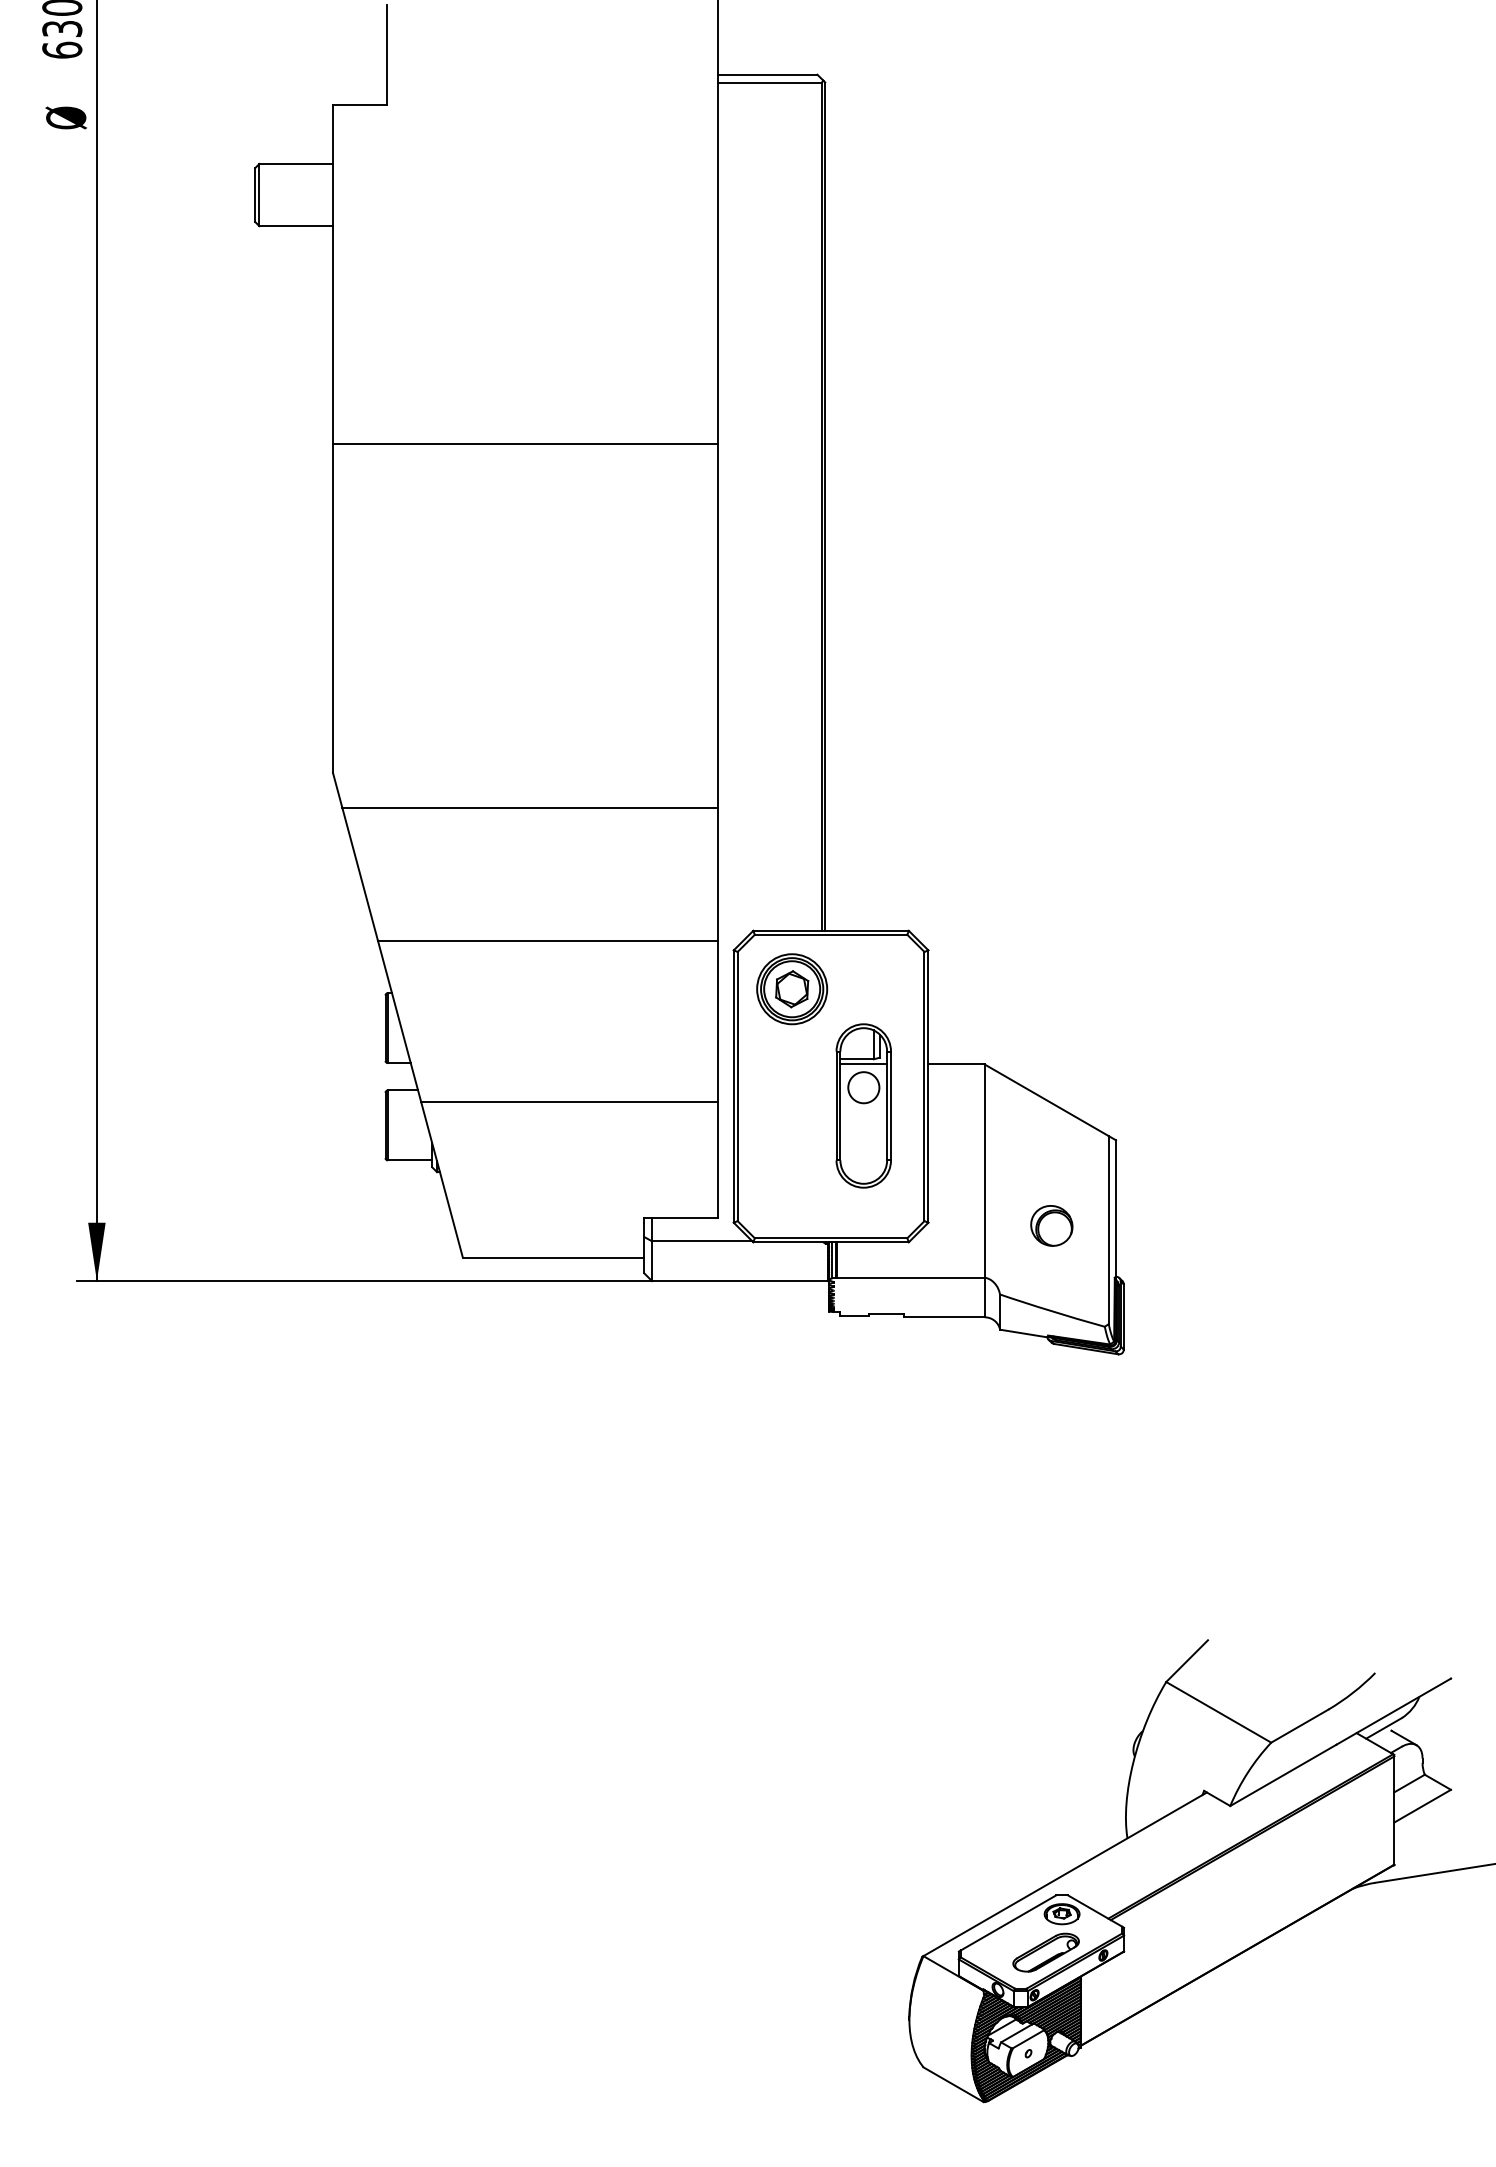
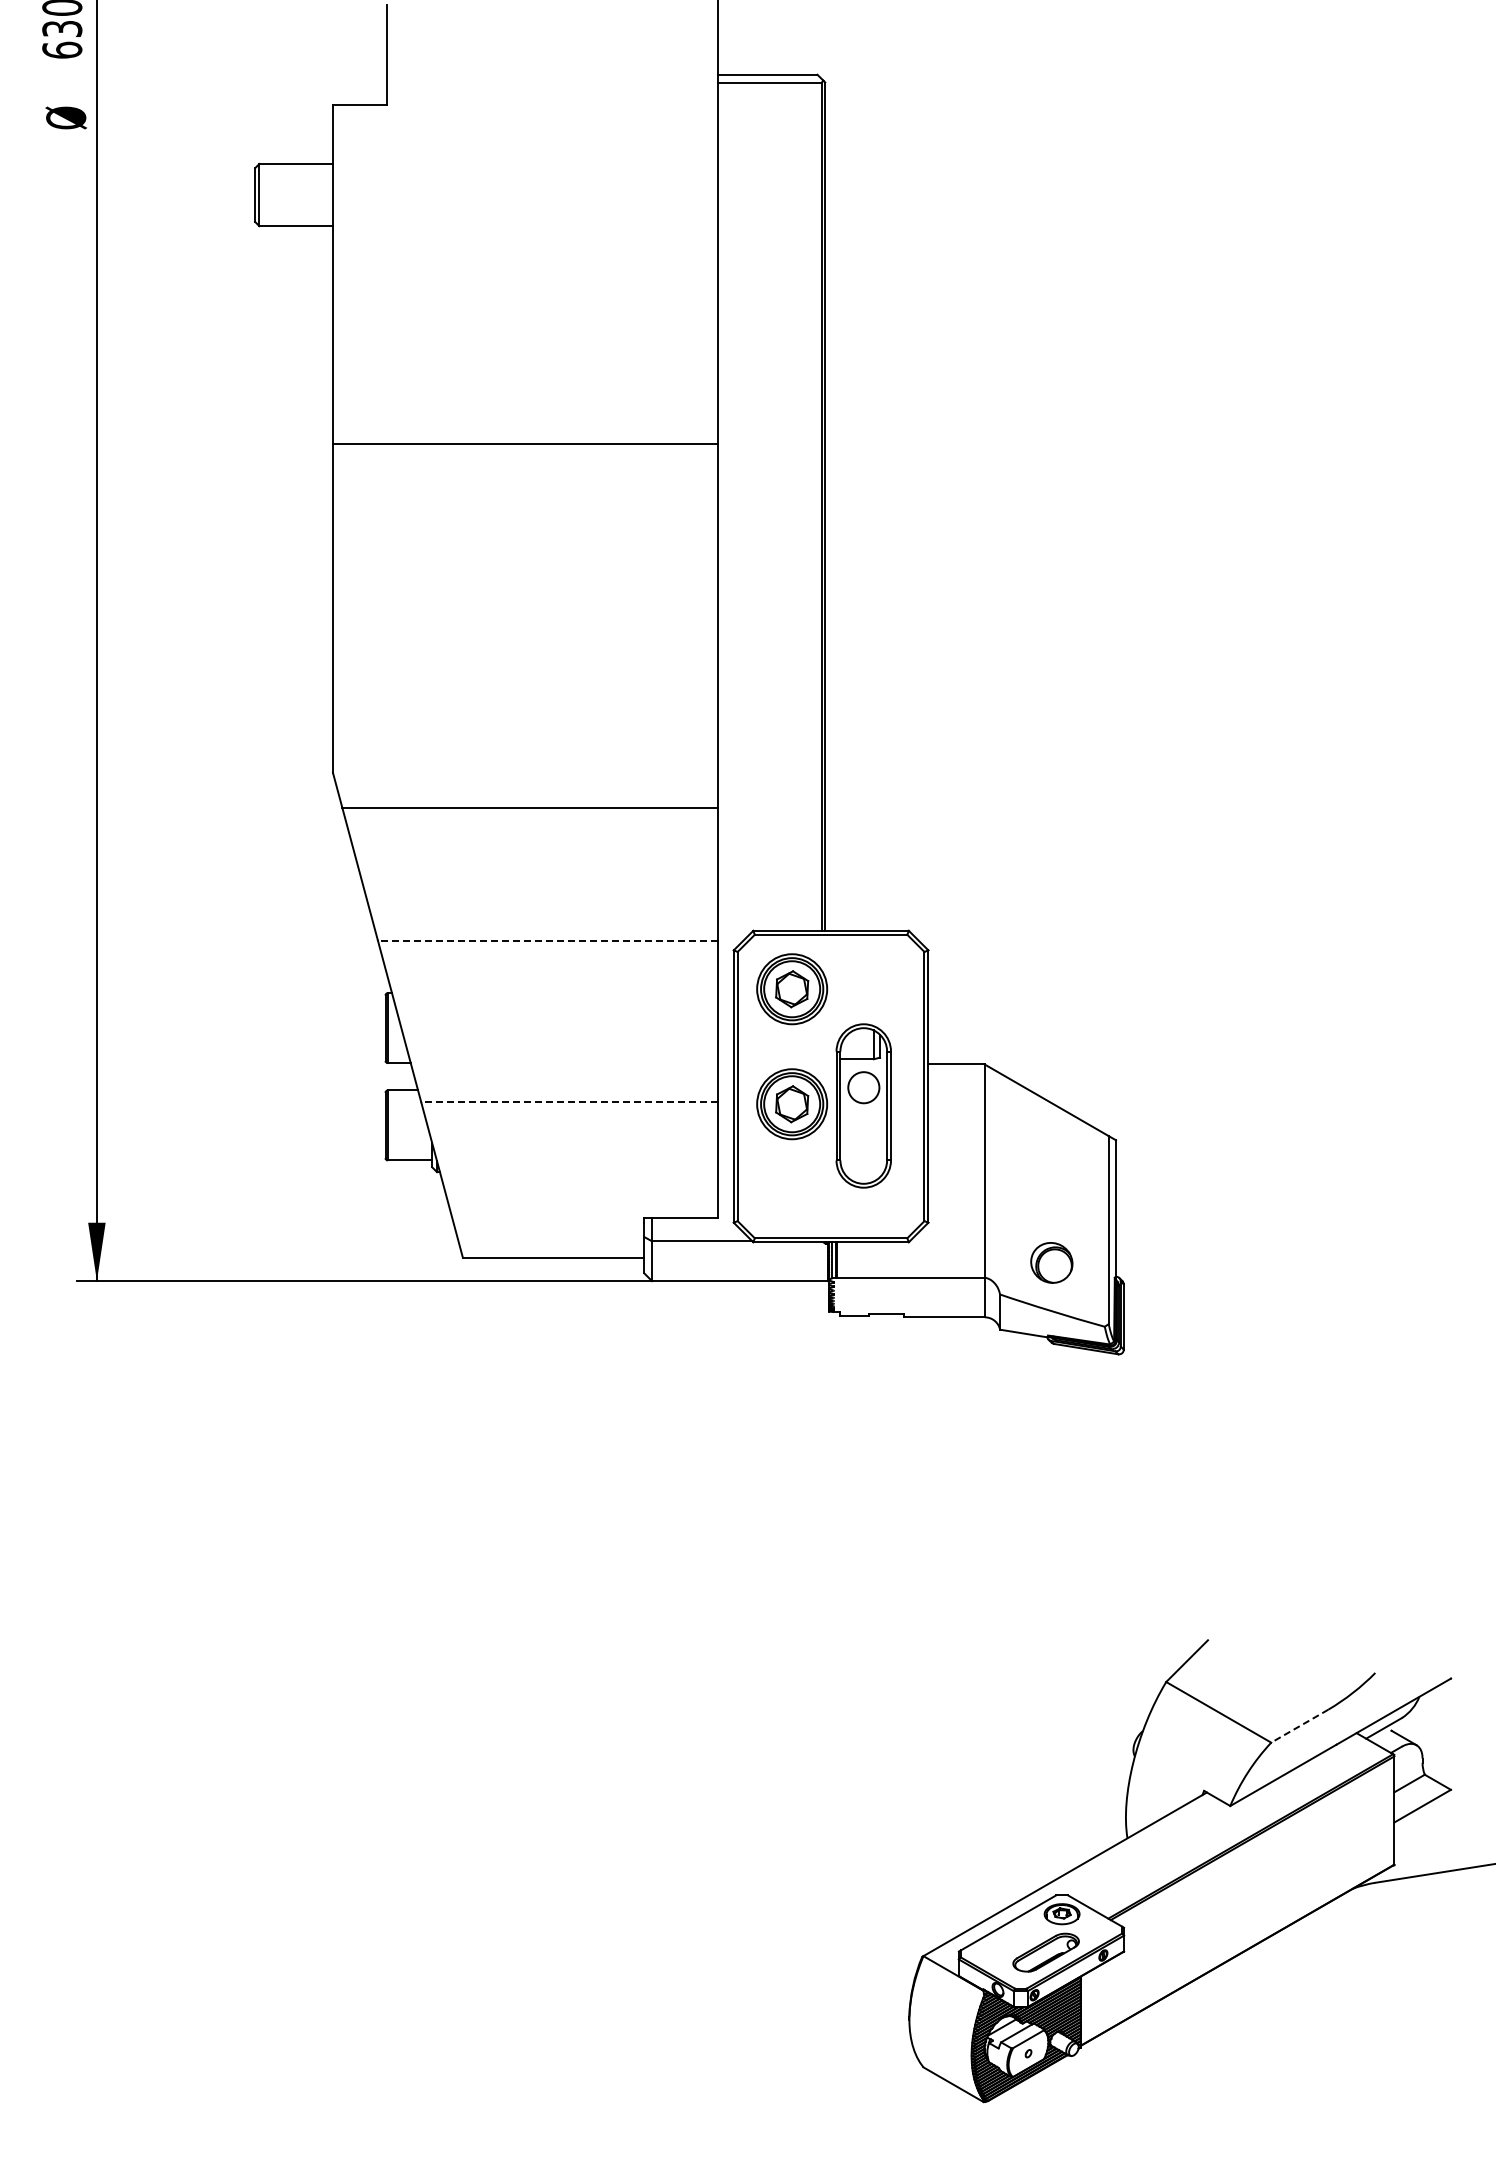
line at (547, 940): solid -> dashed
line at (863, 1064): present -> none
line at (569, 1102): solid -> dashed
part at (792, 1104): none -> present
part at (1051, 1225) position: (1051, 1225) -> (1051, 1262)
line at (1299, 1726): solid -> dashed
